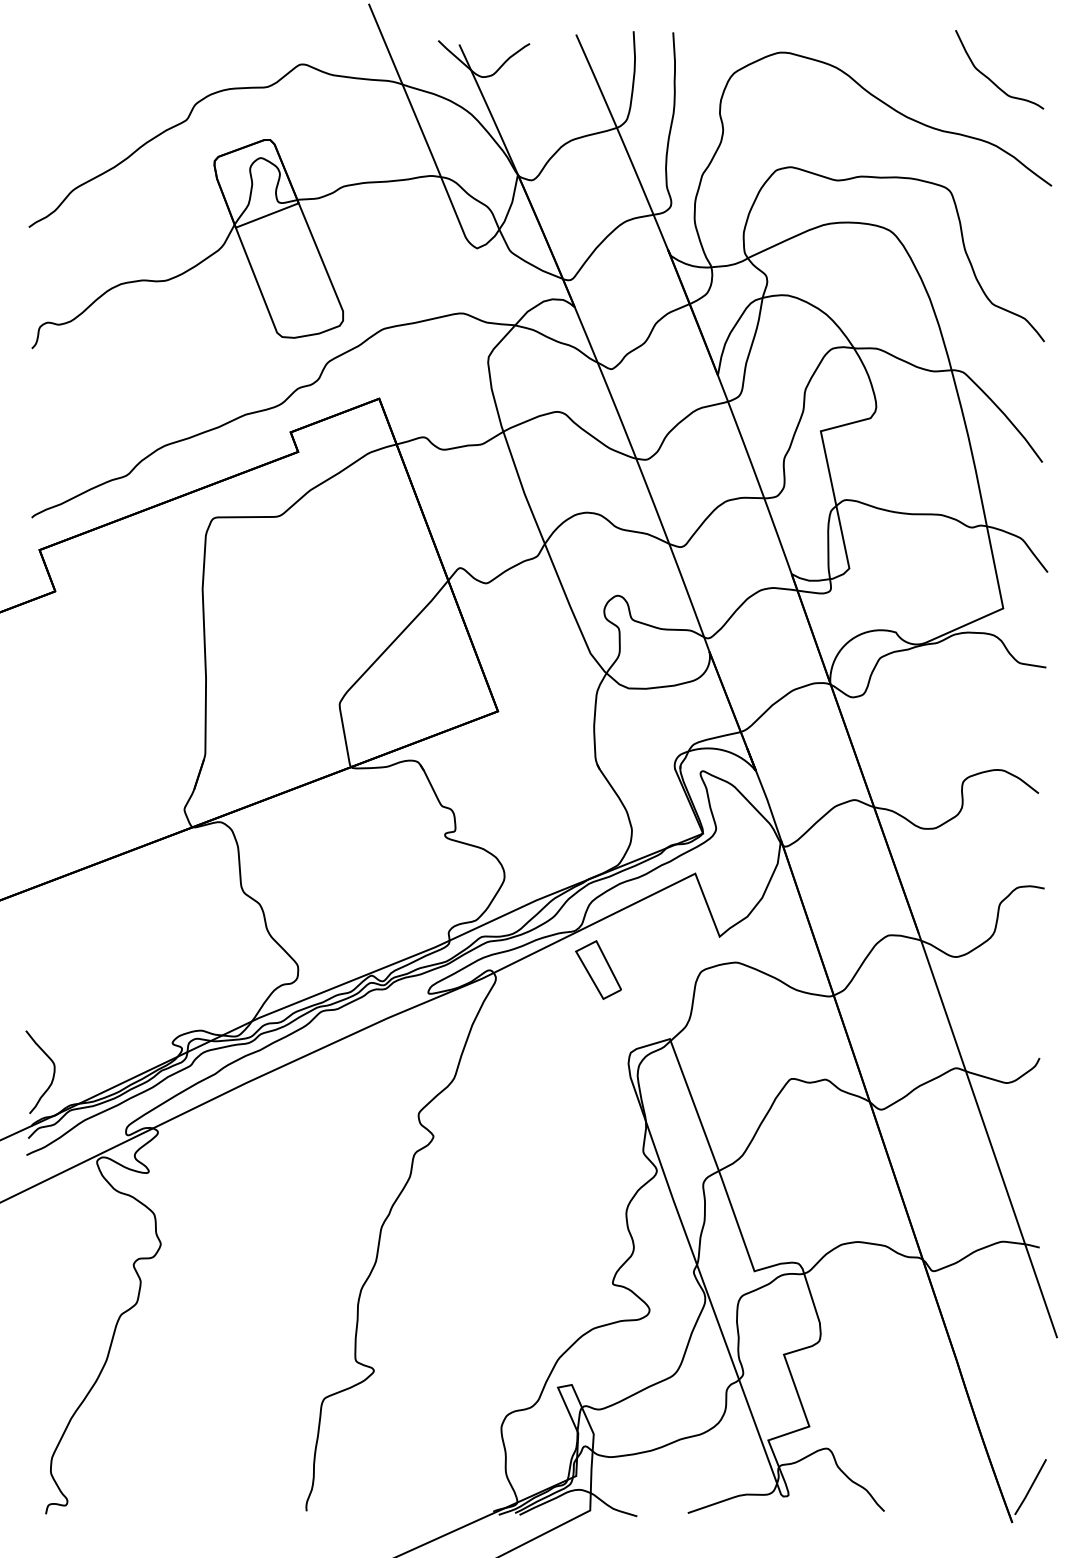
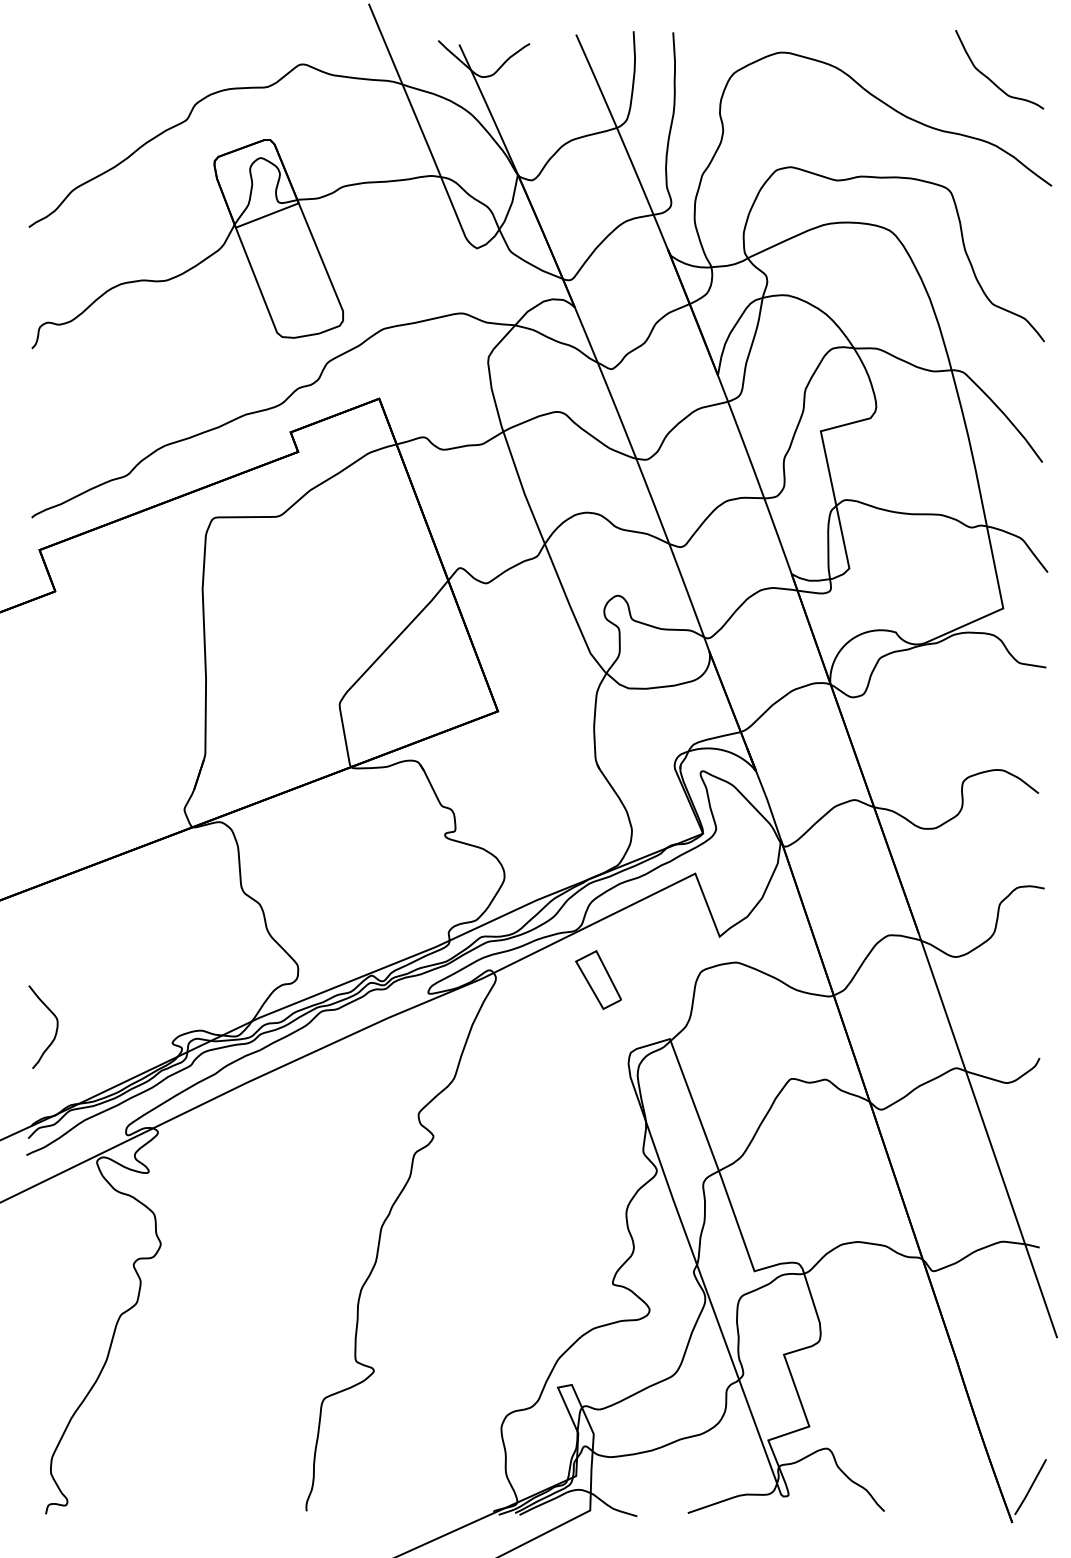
part at (598, 969) position: (598, 969) -> (598, 979)
curve at (52, 1076) position: (52, 1076) -> (55, 1031)
